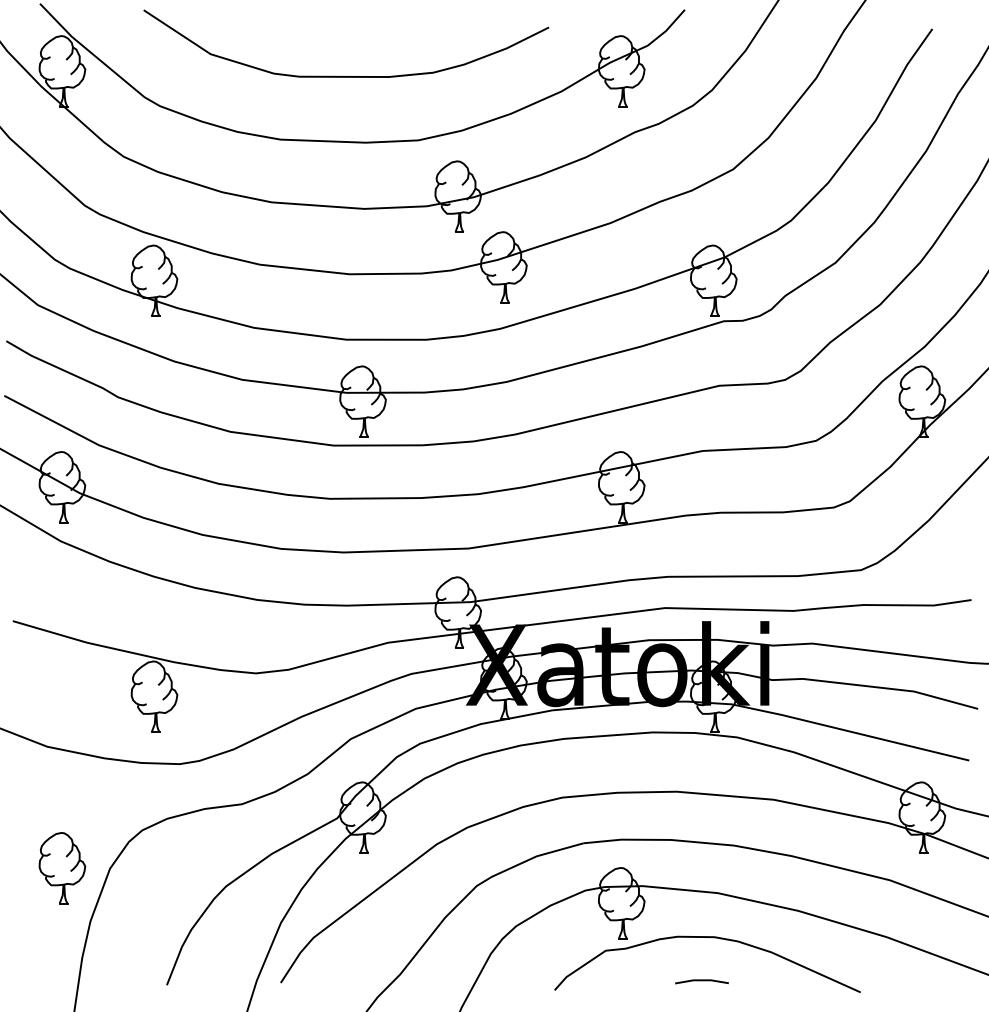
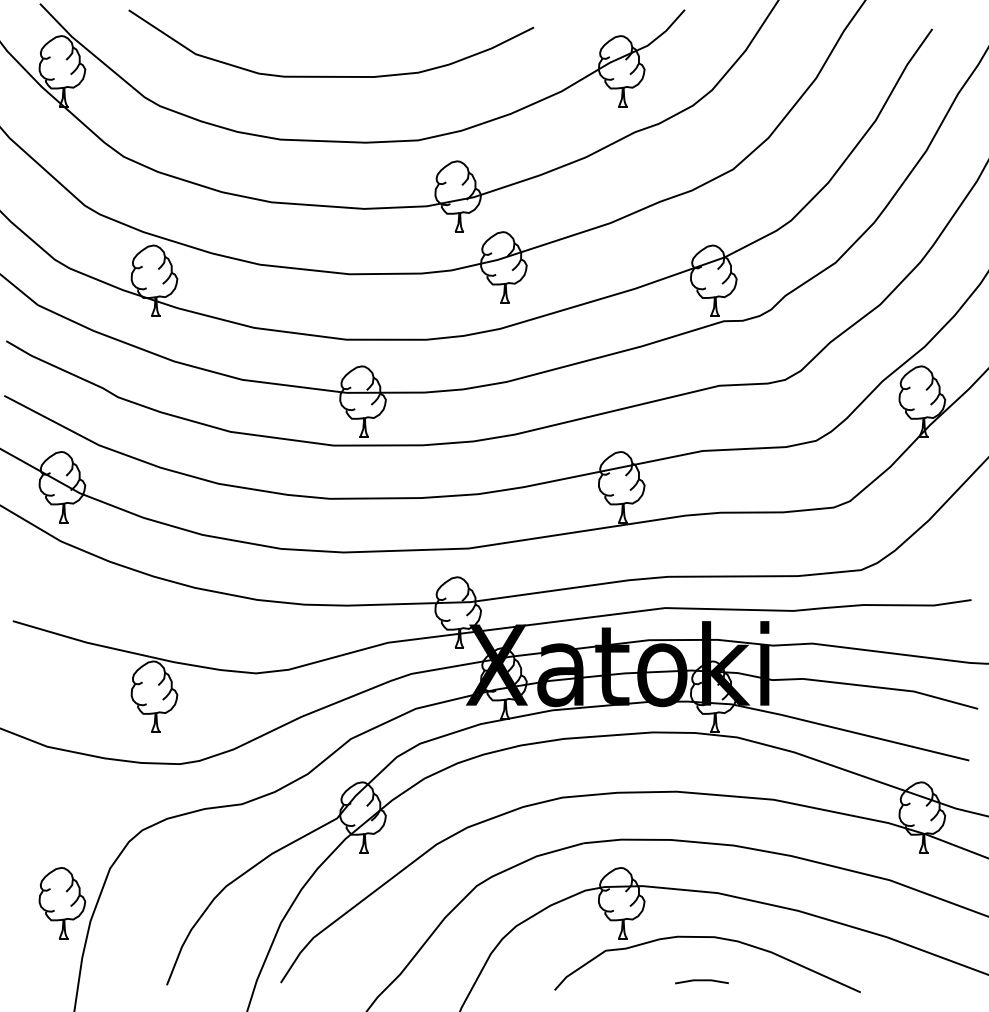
curve at (346, 76) position: (346, 76) -> (331, 76)
part at (62, 868) position: (62, 868) -> (62, 903)
